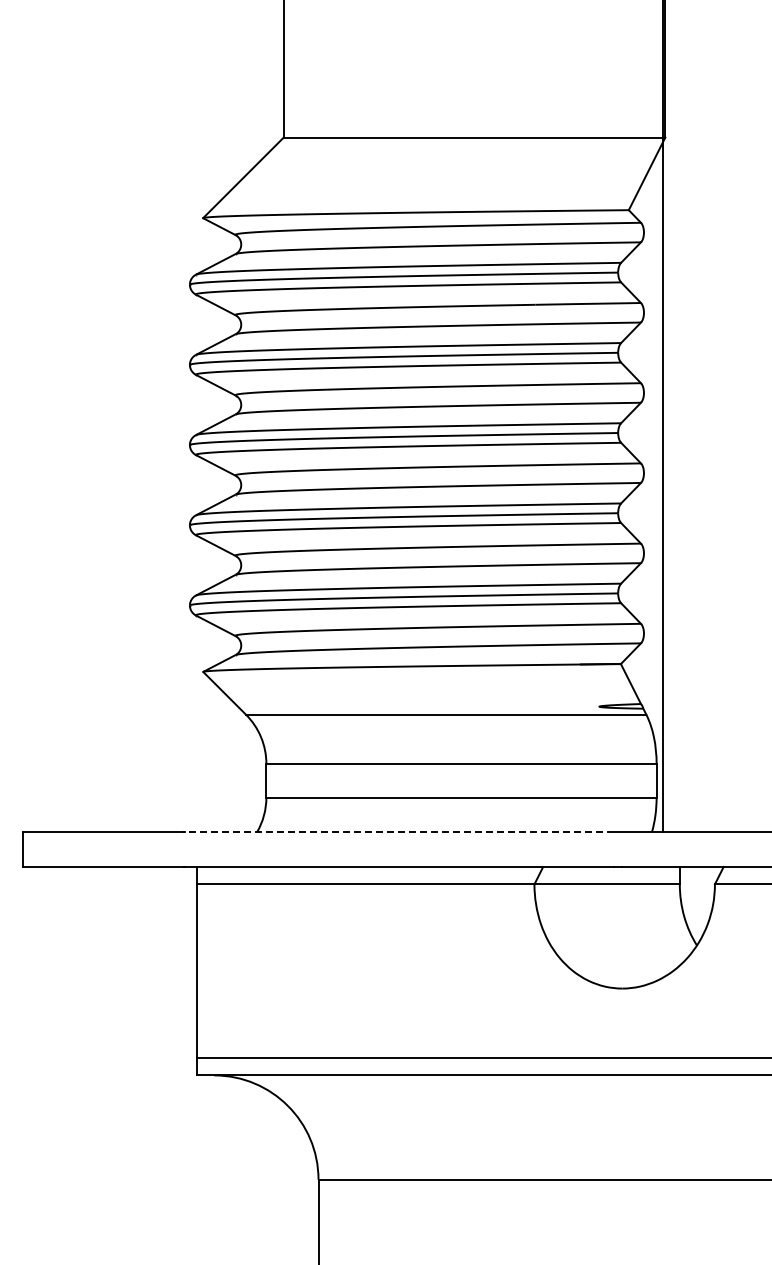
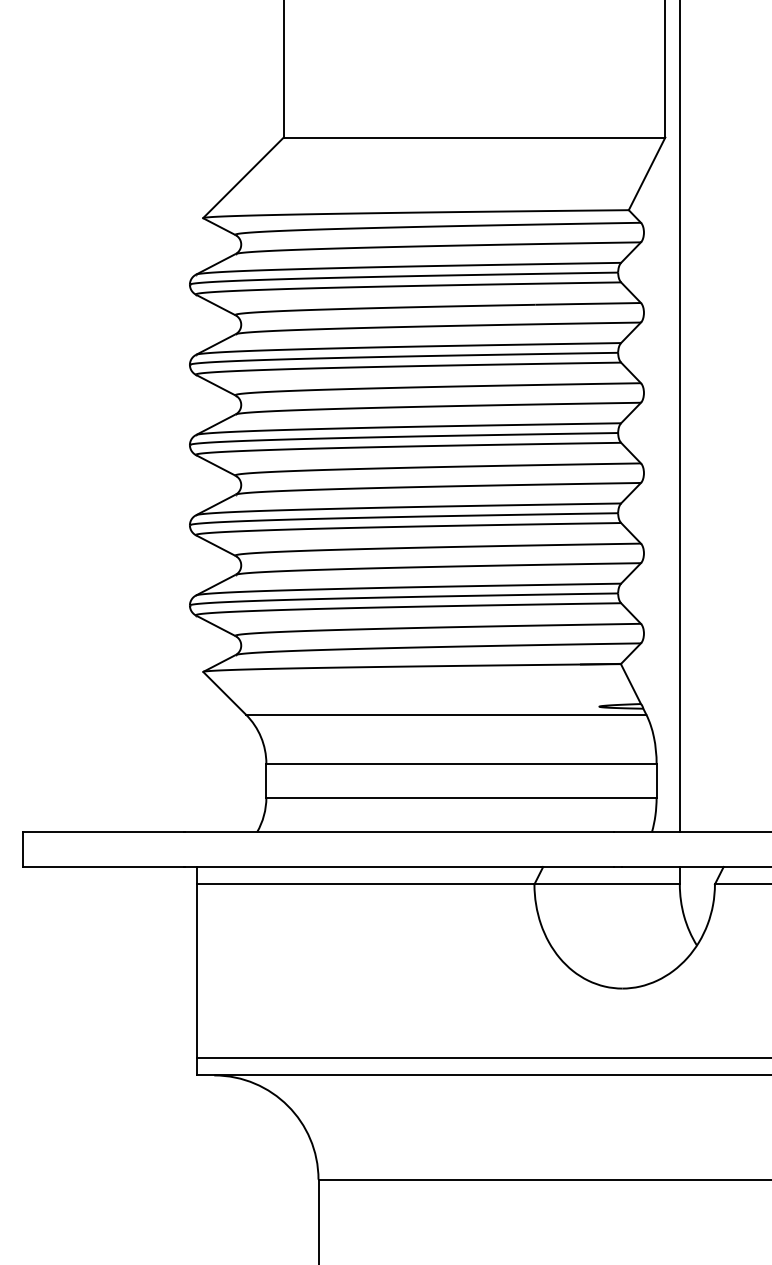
line at (662, 417) position: (662, 417) -> (679, 417)
line at (399, 832): dashed -> solid
